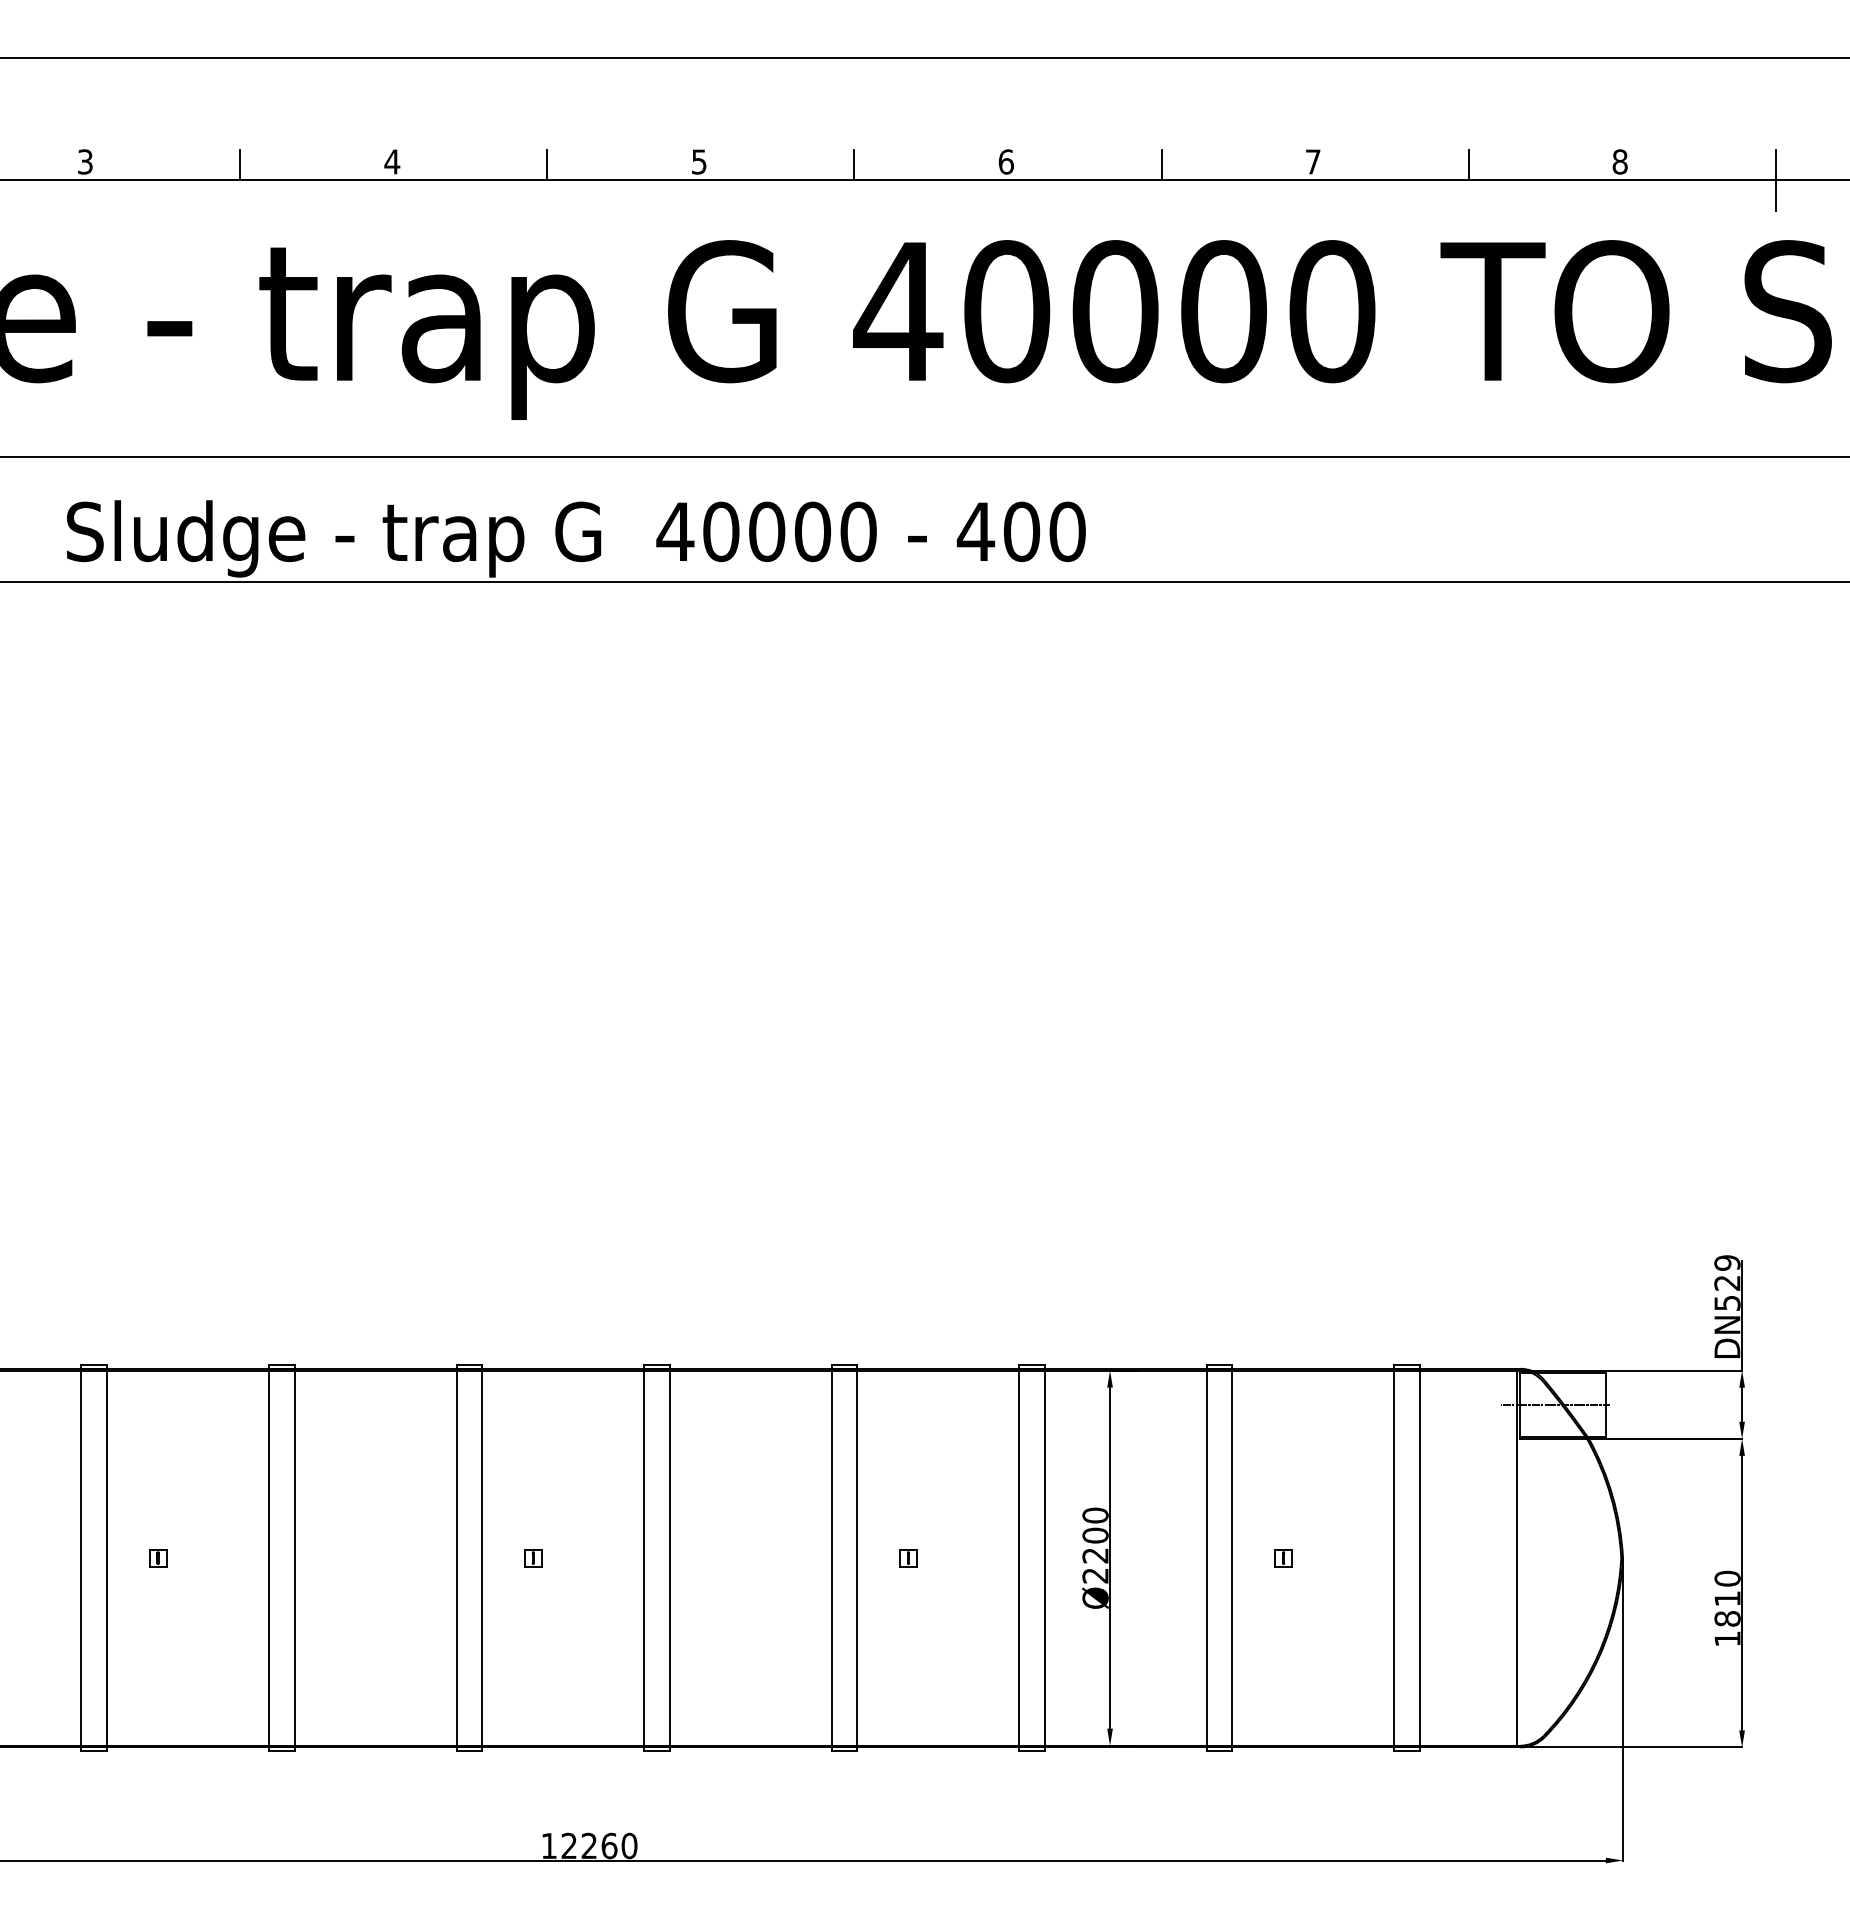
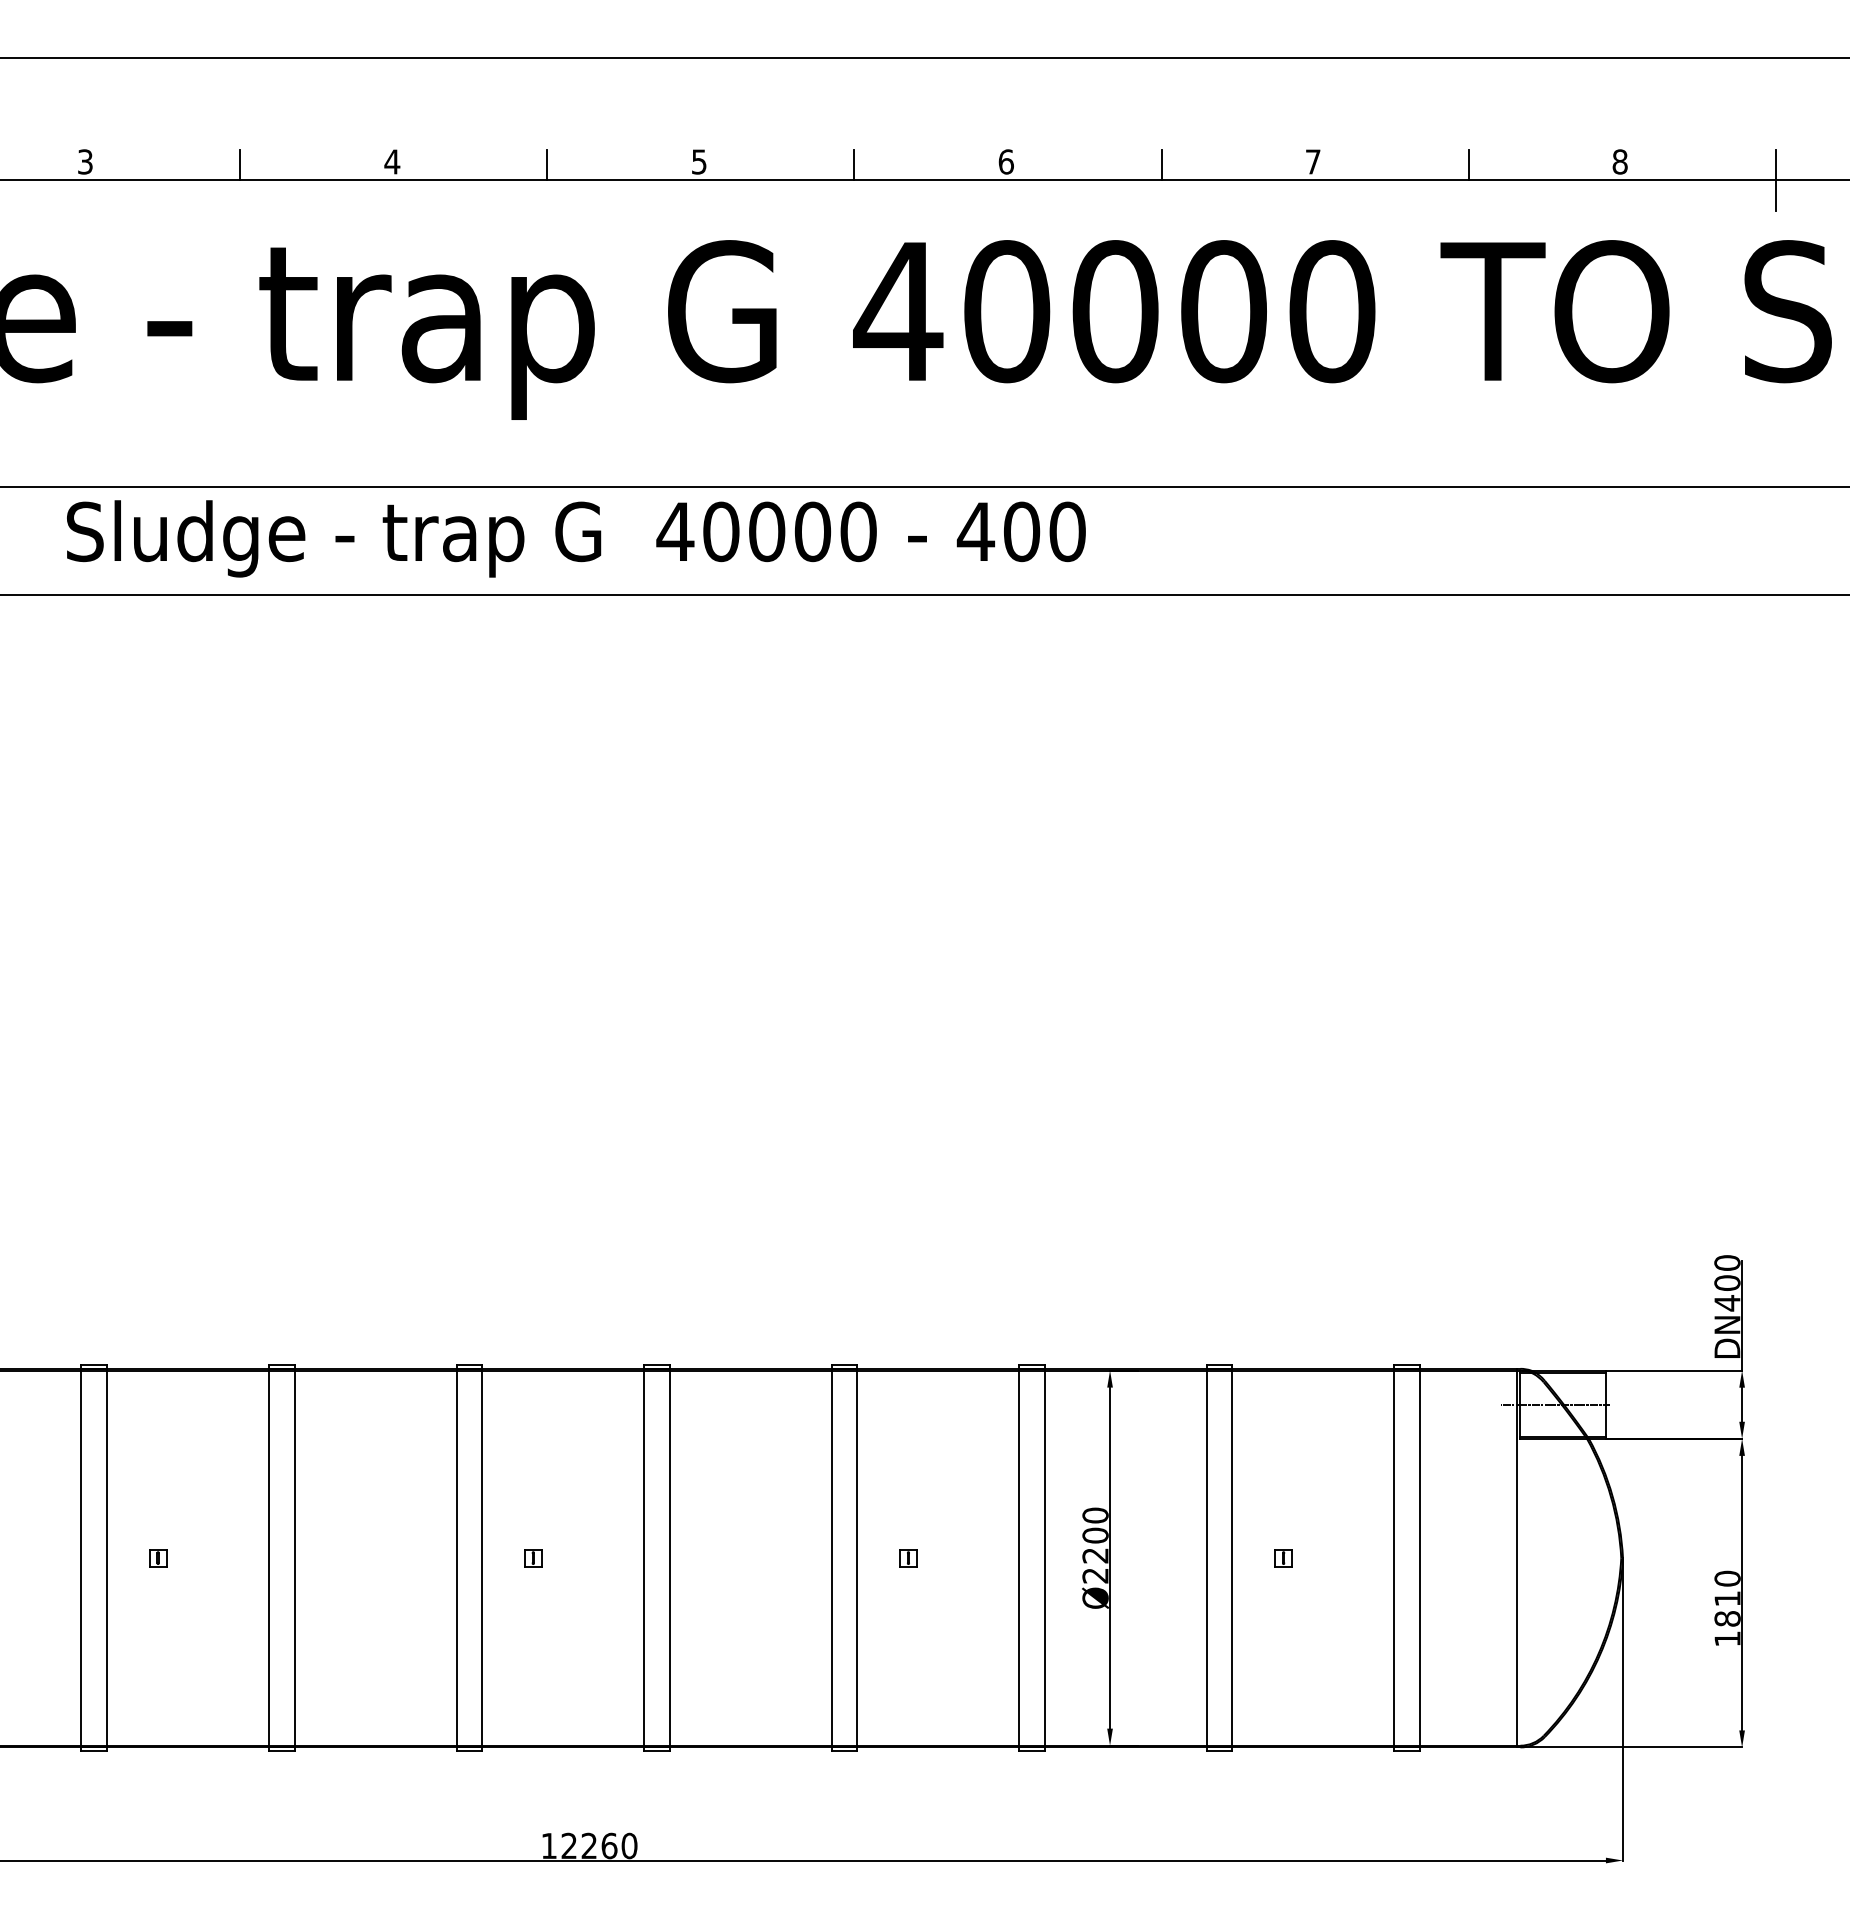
line at (924, 457) position: (924, 457) -> (924, 487)
line at (924, 581) position: (924, 581) -> (924, 594)
text at (1727, 1283): DN529 -> DN400
